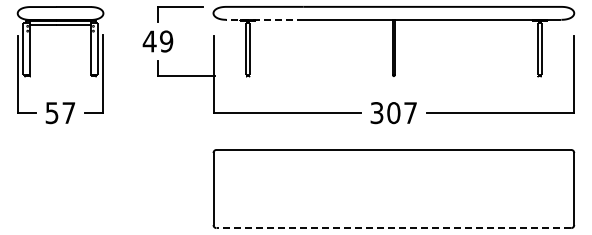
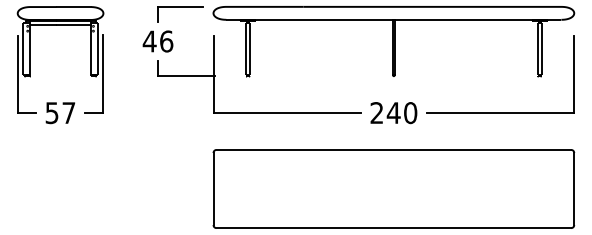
line at (263, 19): dashed -> solid
text at (166, 41): 49 -> 46
text at (393, 113): 307 -> 240
line at (393, 228): dashed -> solid
